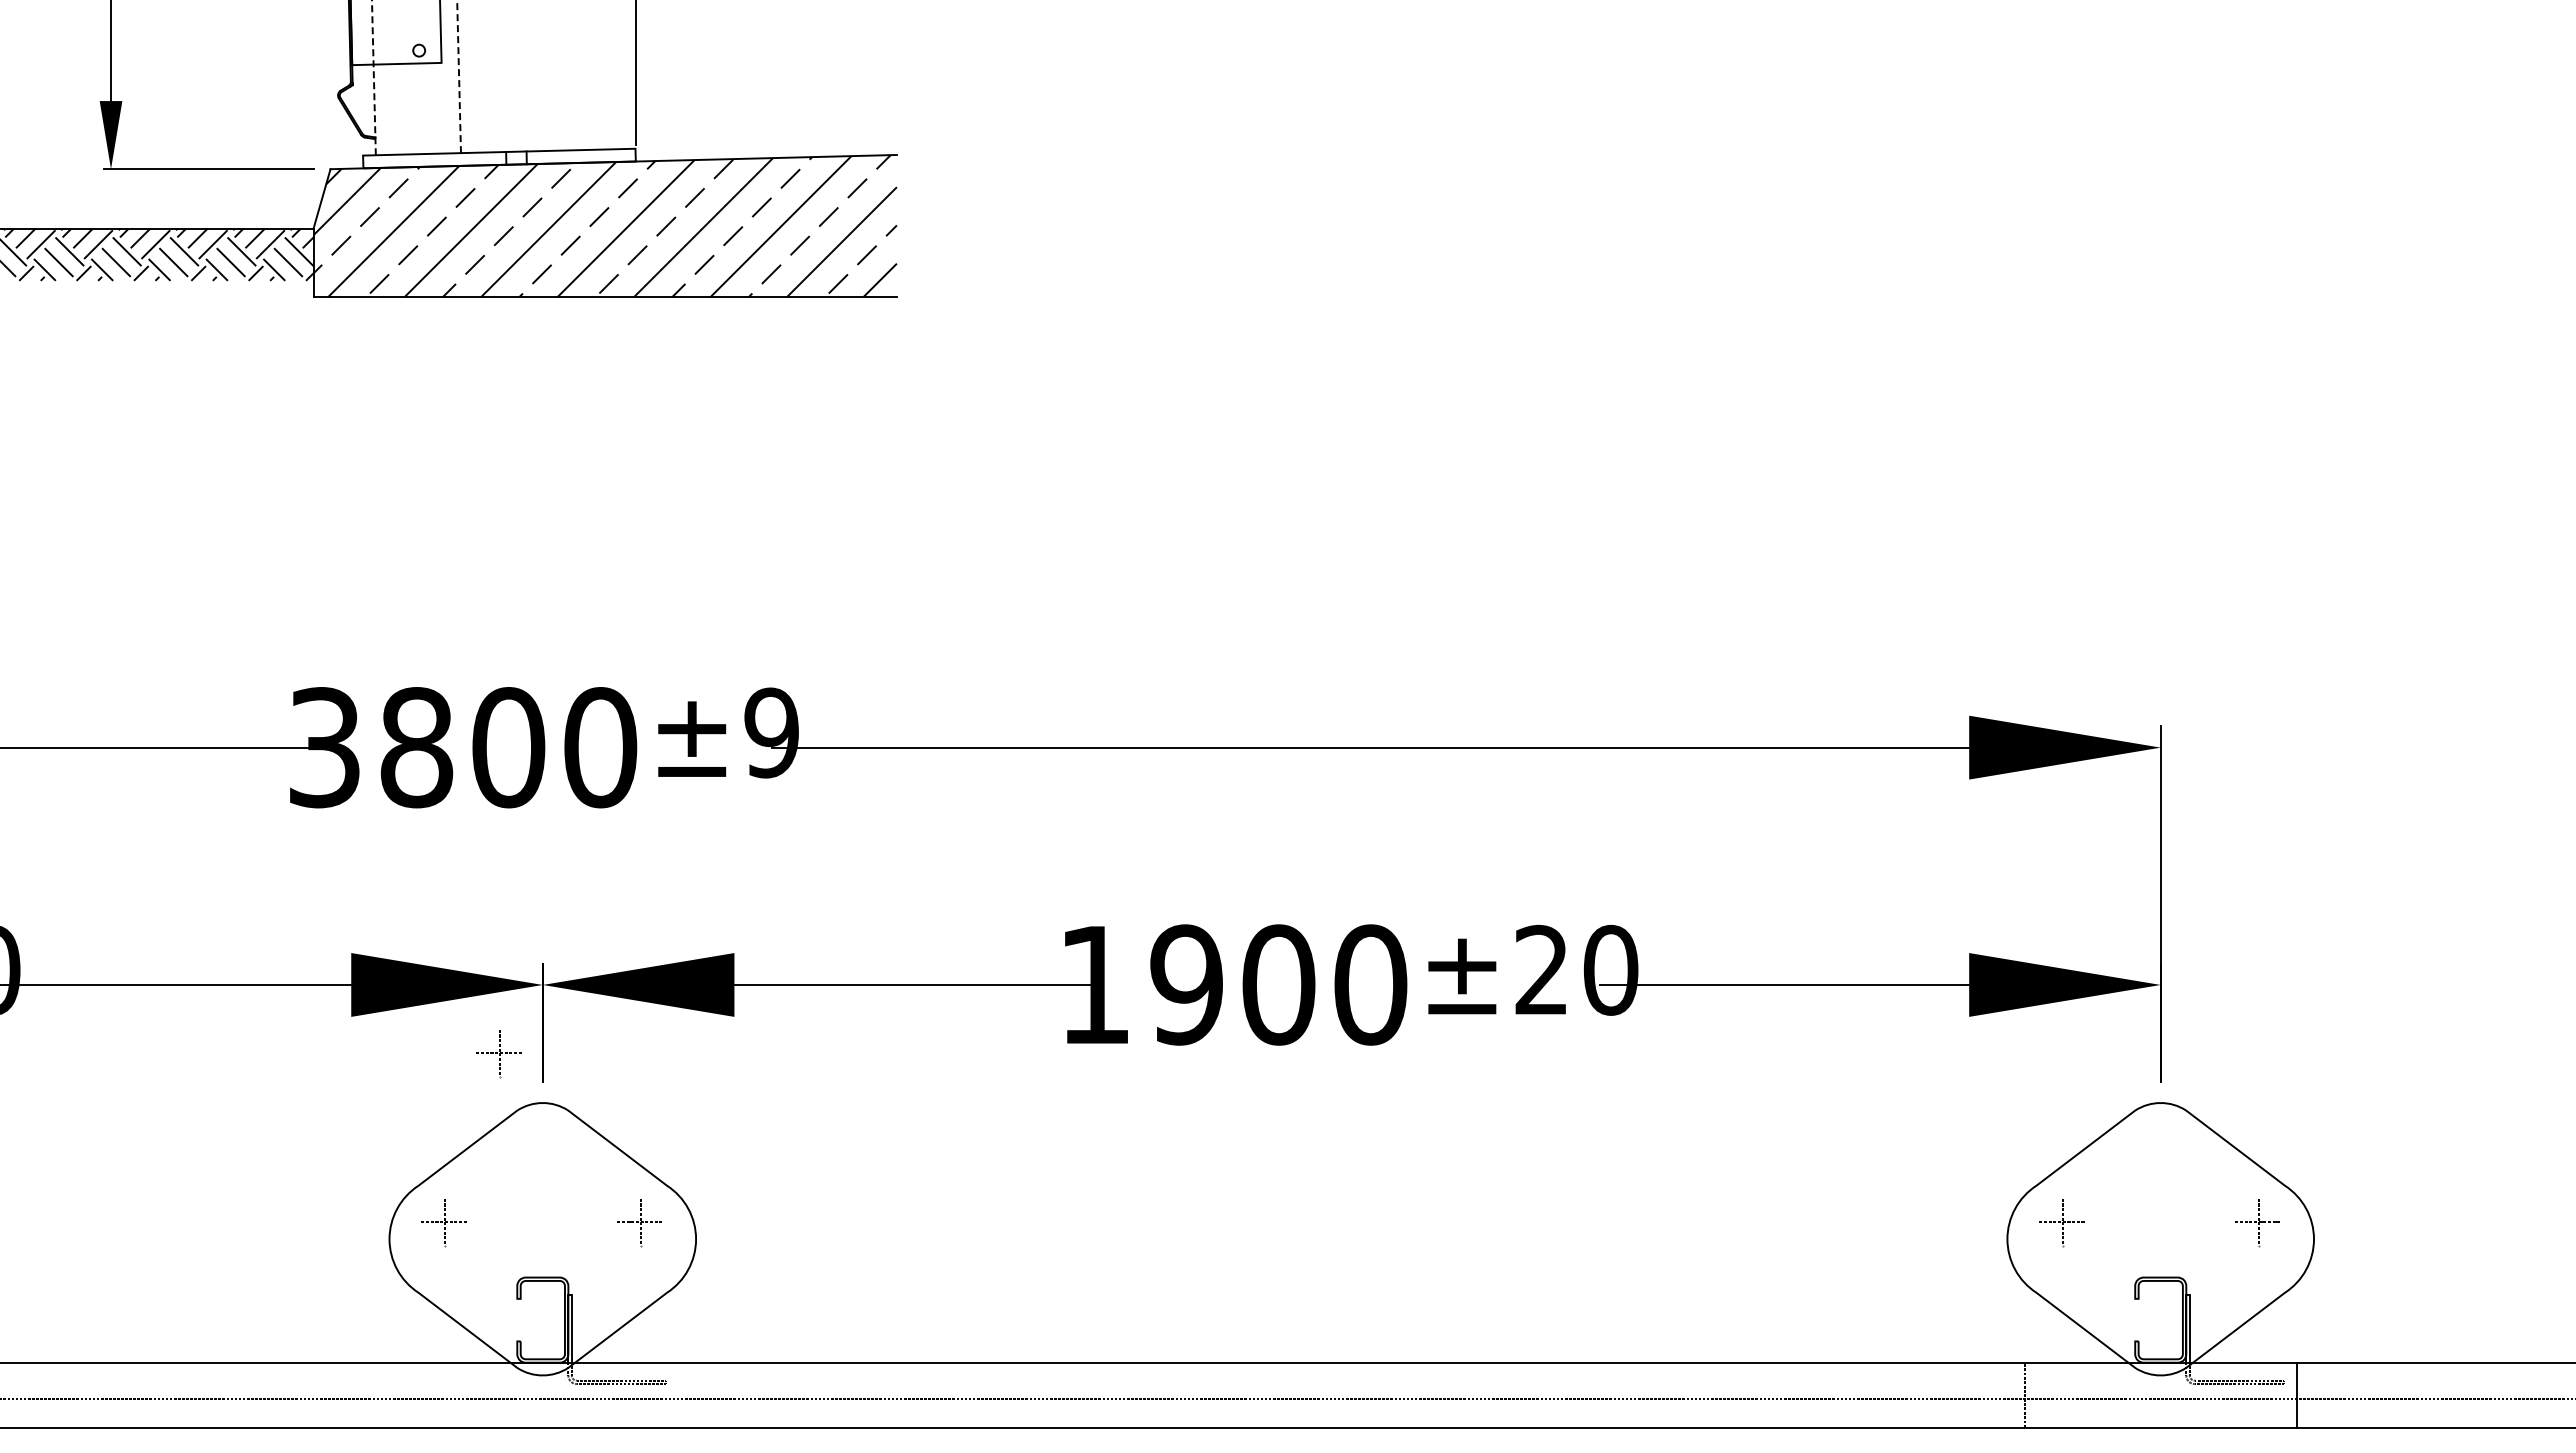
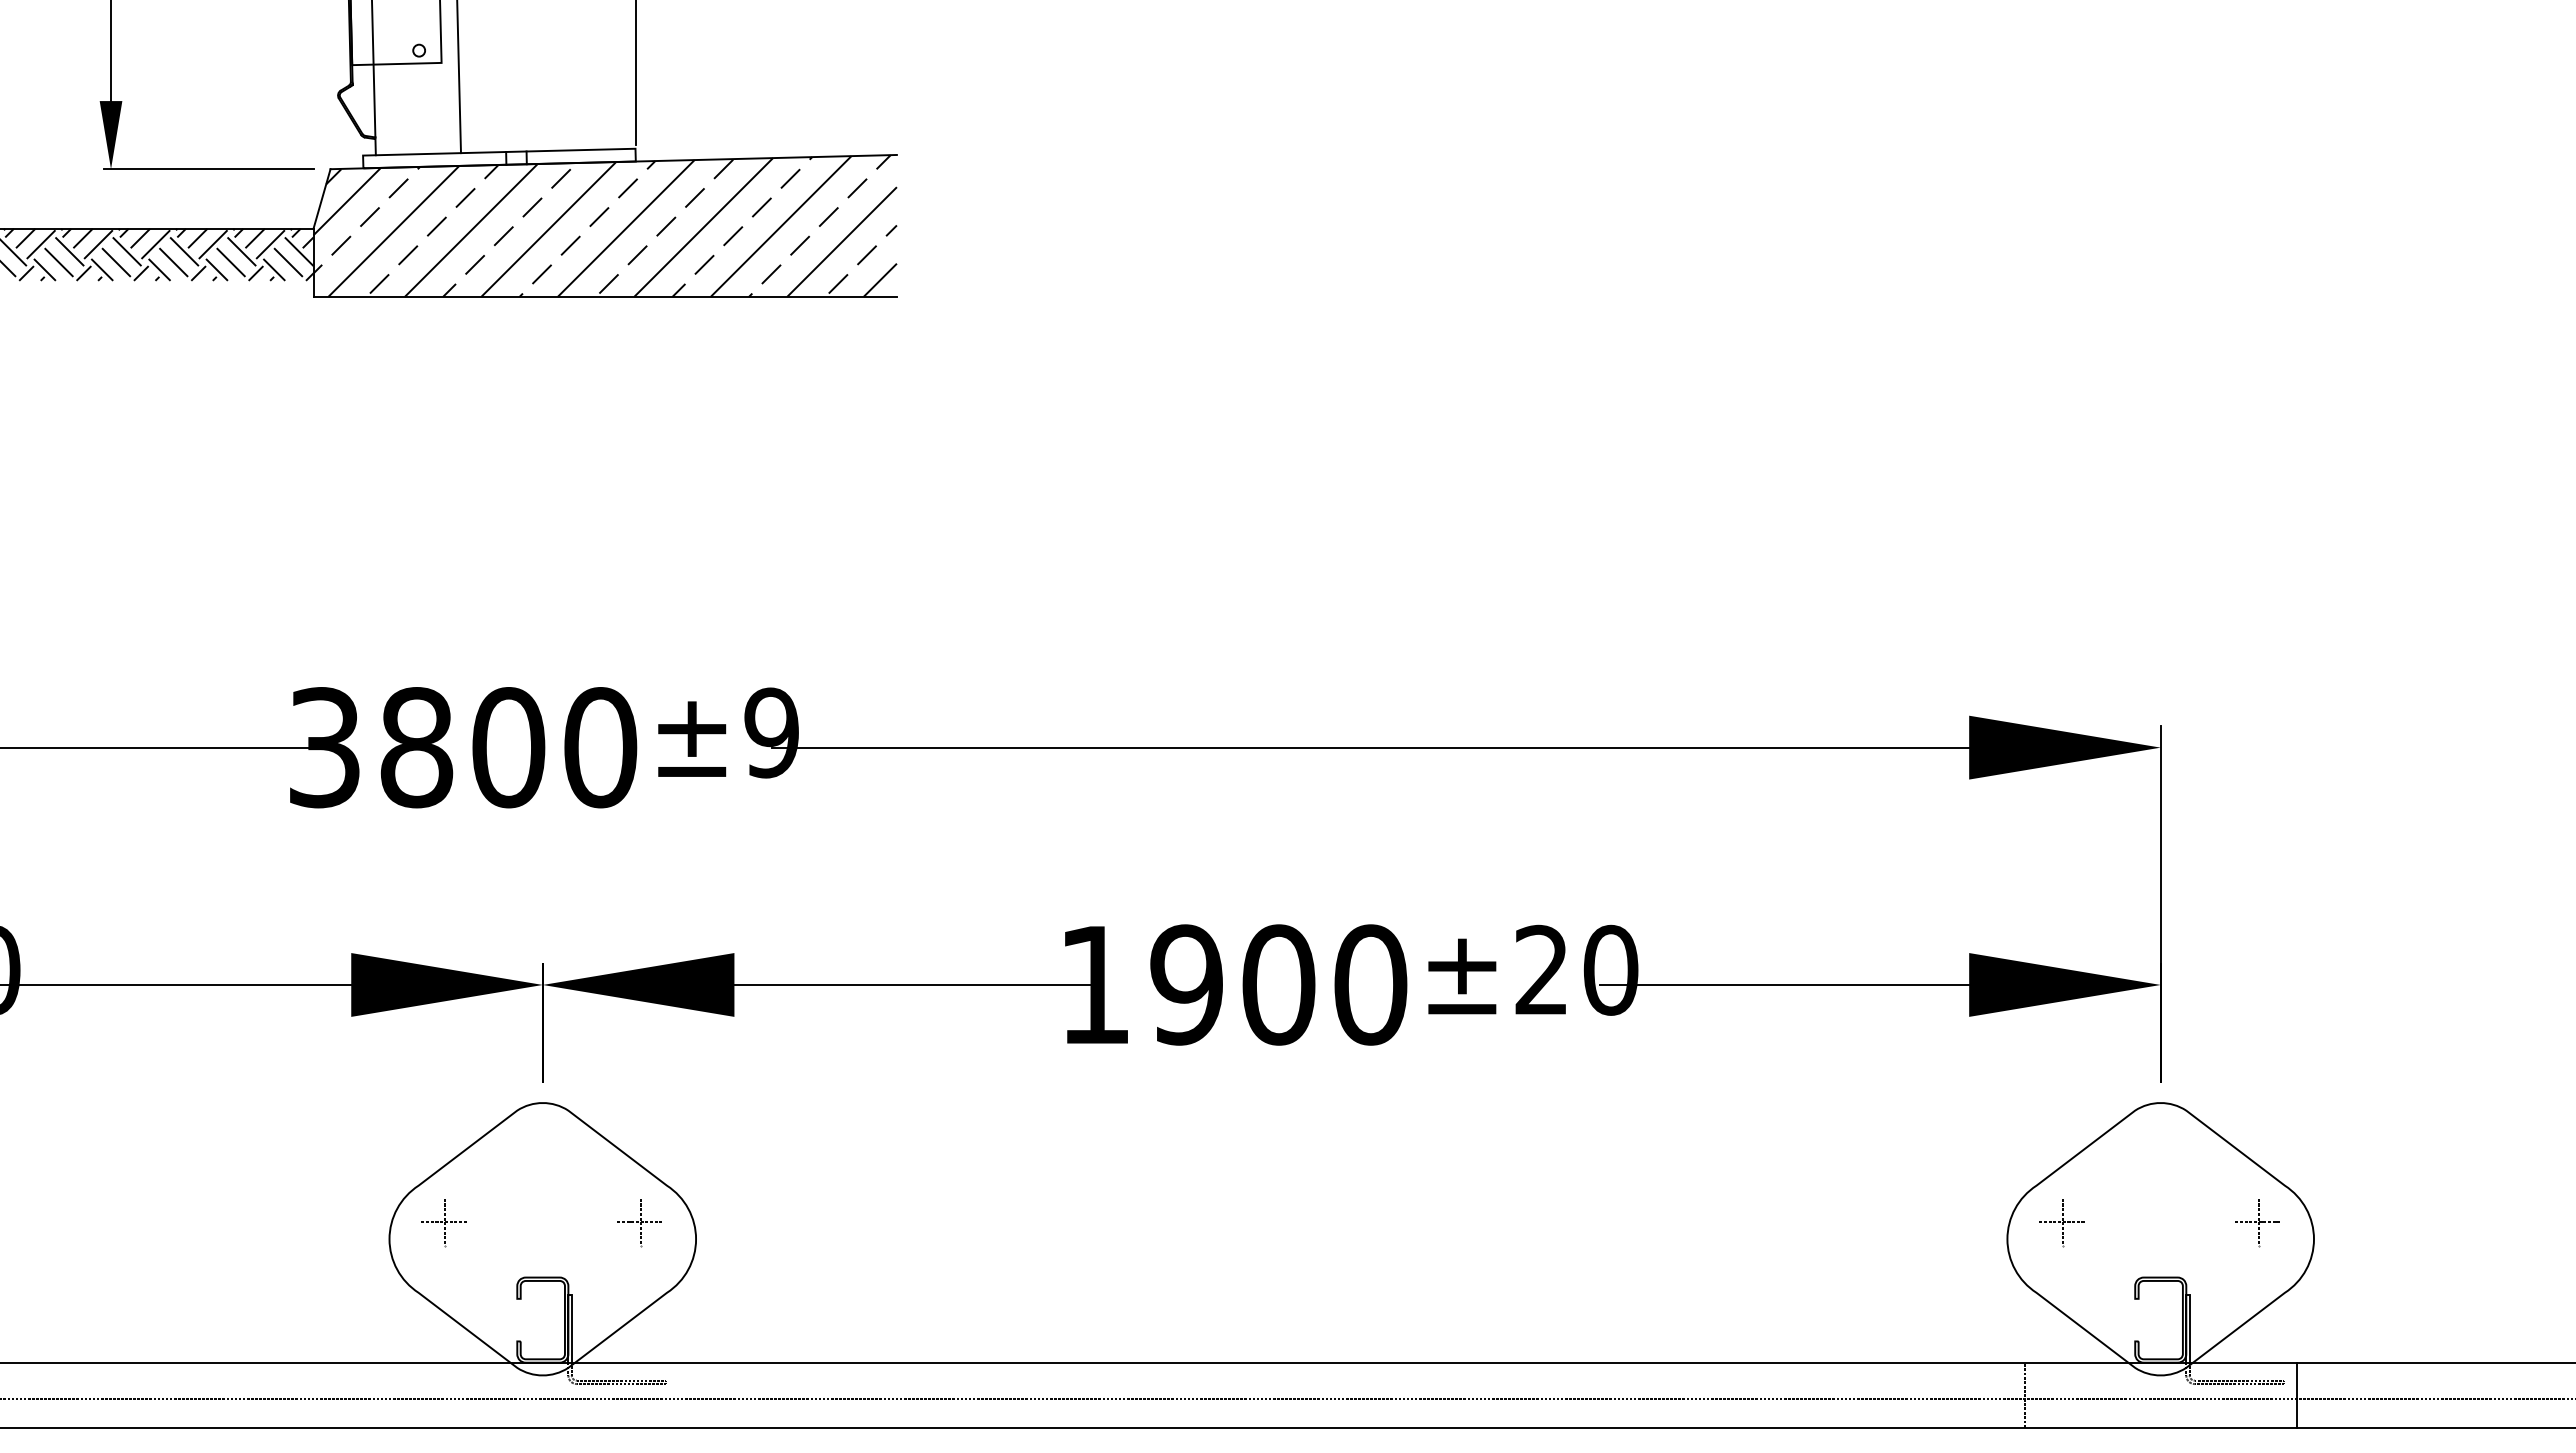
line at (459, 76): dashed -> solid
line at (373, 77): dashed -> solid
part at (498, 1054): present -> none
